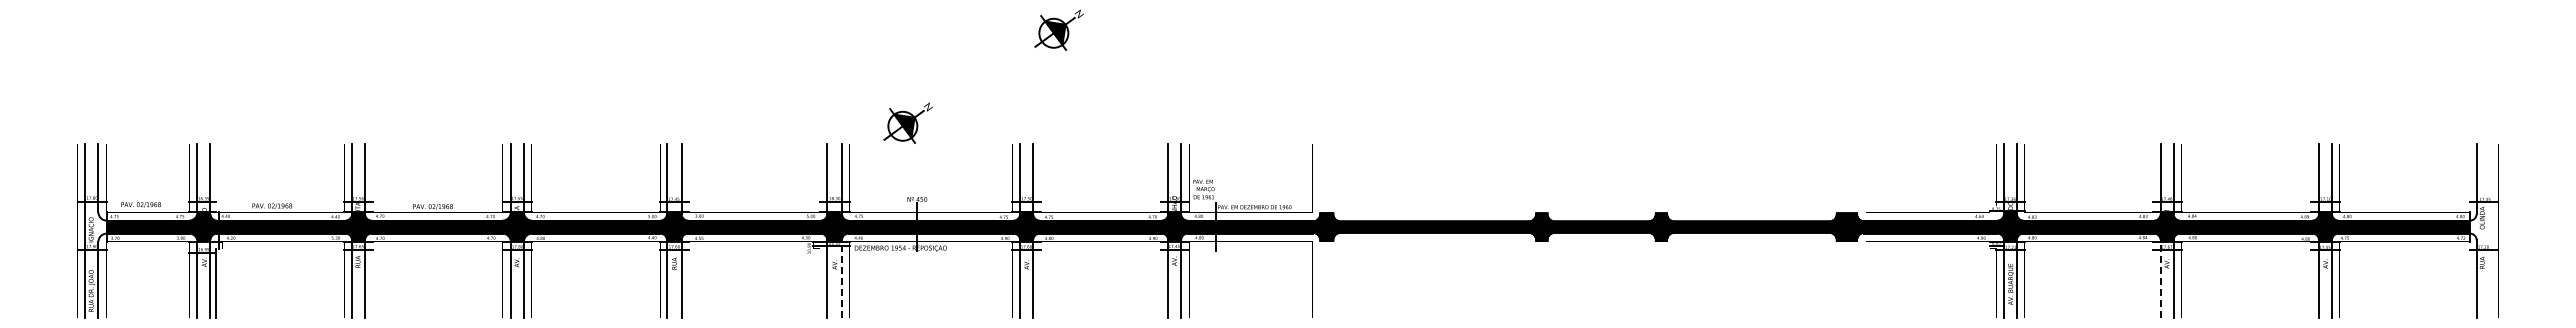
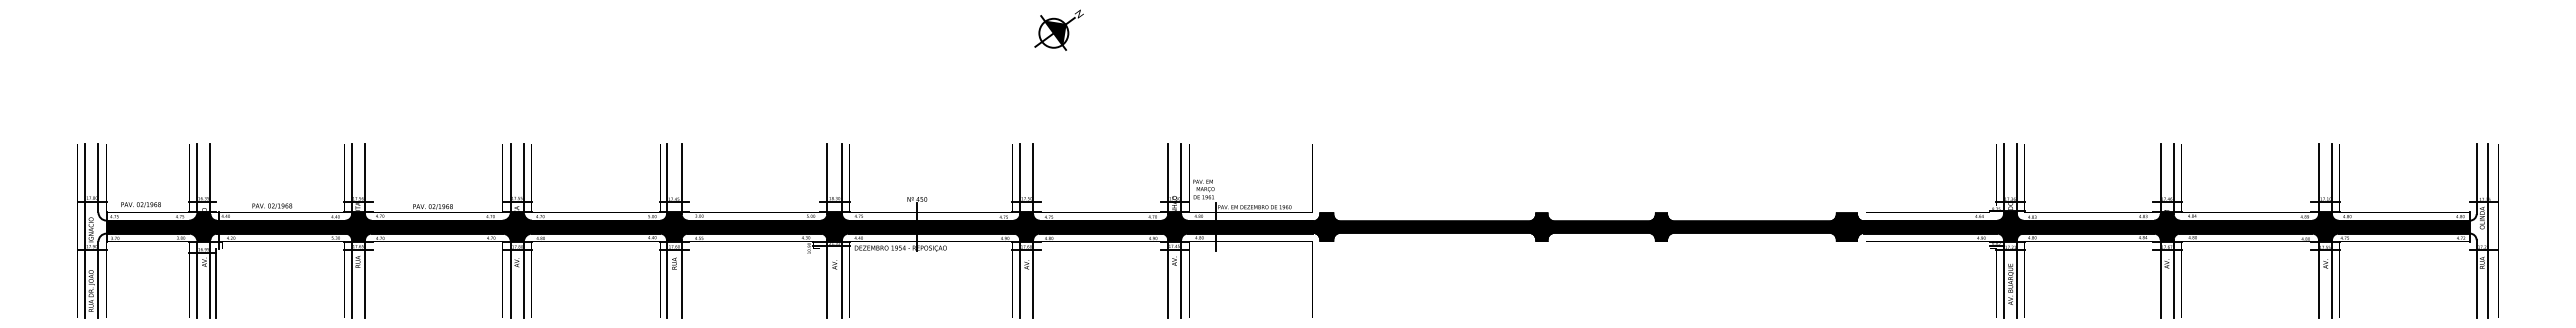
part at (907, 122): present -> none
line at (2488, 230): none -> present
line at (842, 279): dashed -> solid
line at (2160, 279): dashed -> solid
